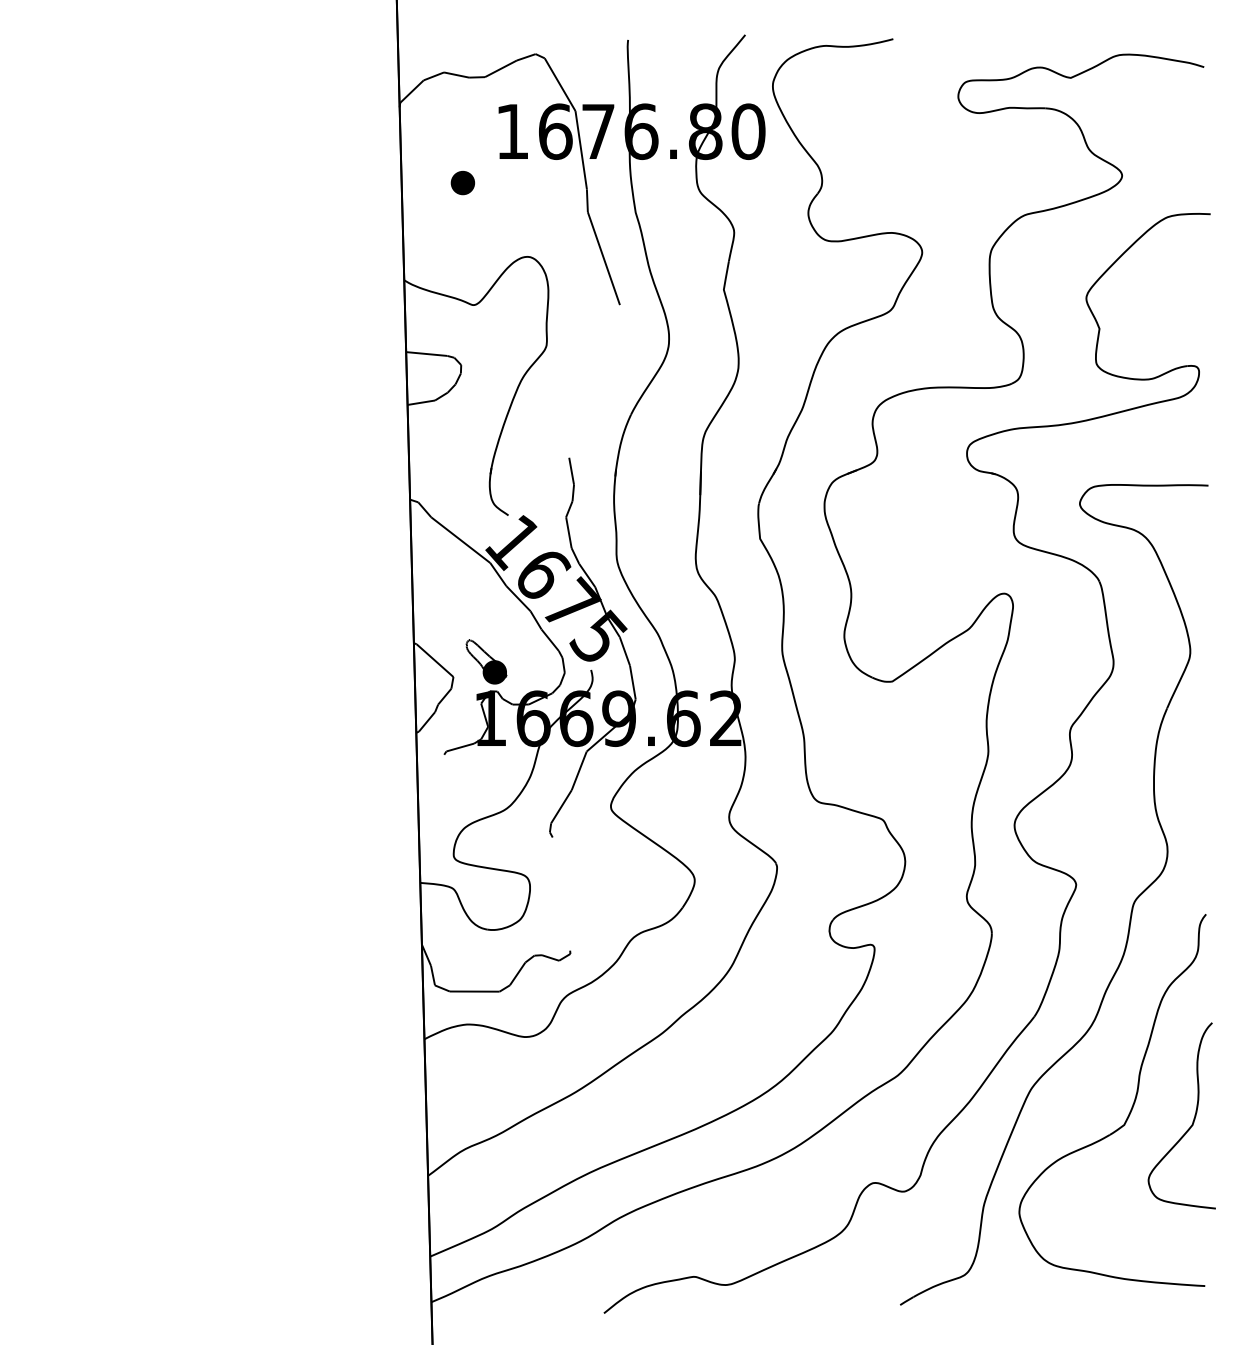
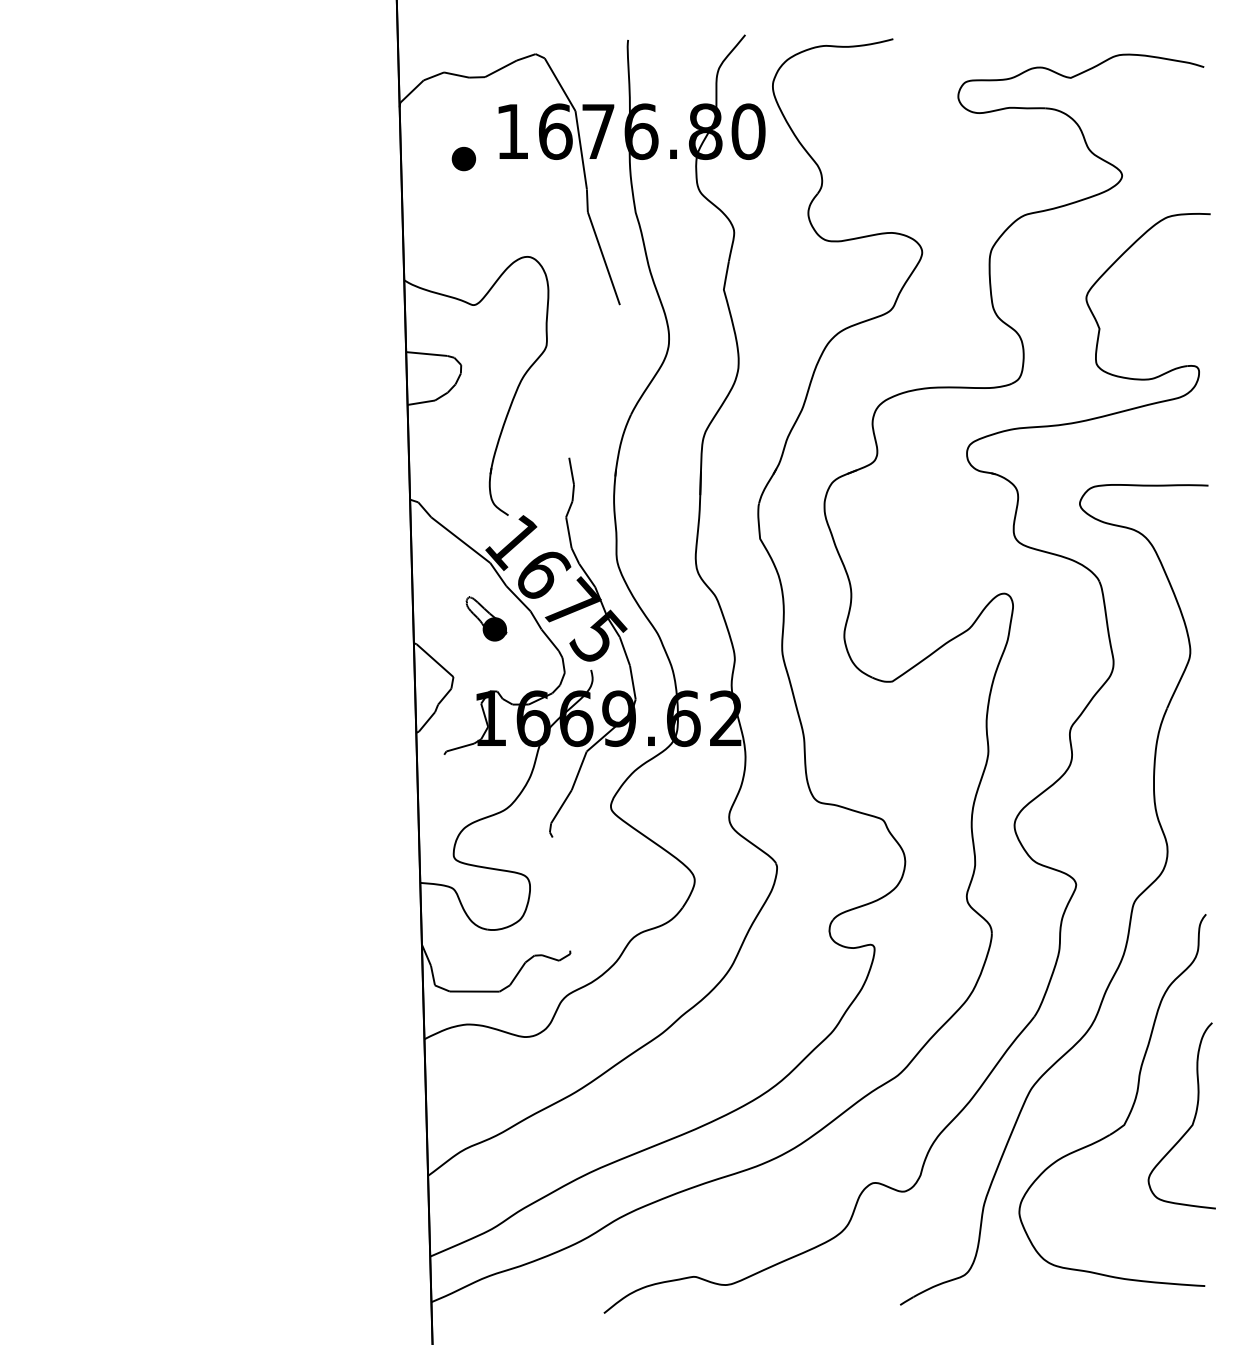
part at (462, 183) position: (462, 183) -> (463, 159)
part at (486, 661) position: (486, 661) -> (486, 618)
